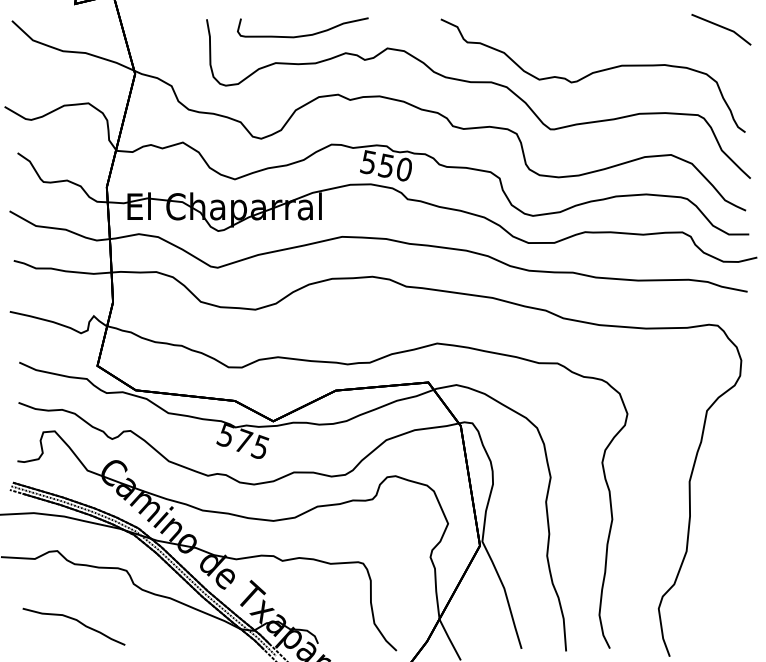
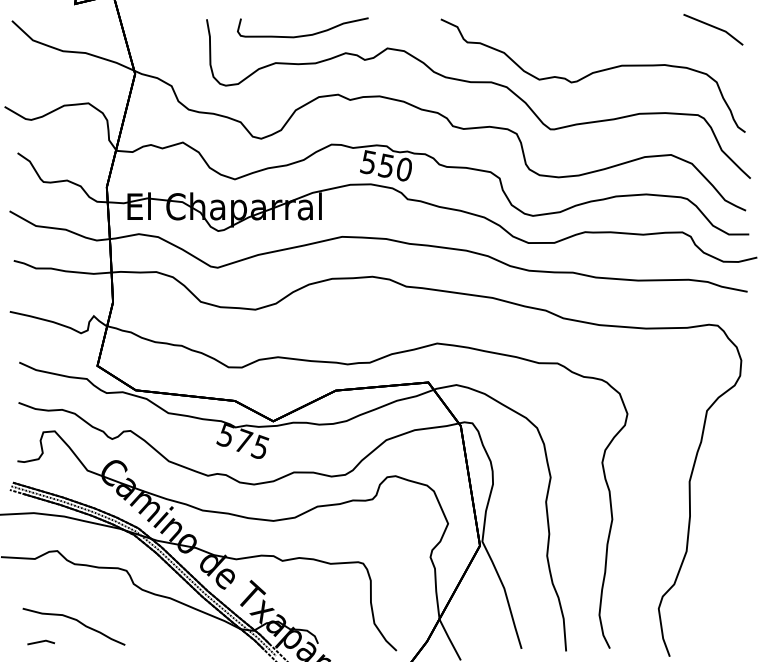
part at (721, 29) position: (721, 29) -> (713, 29)
part at (41, 642): none -> present
